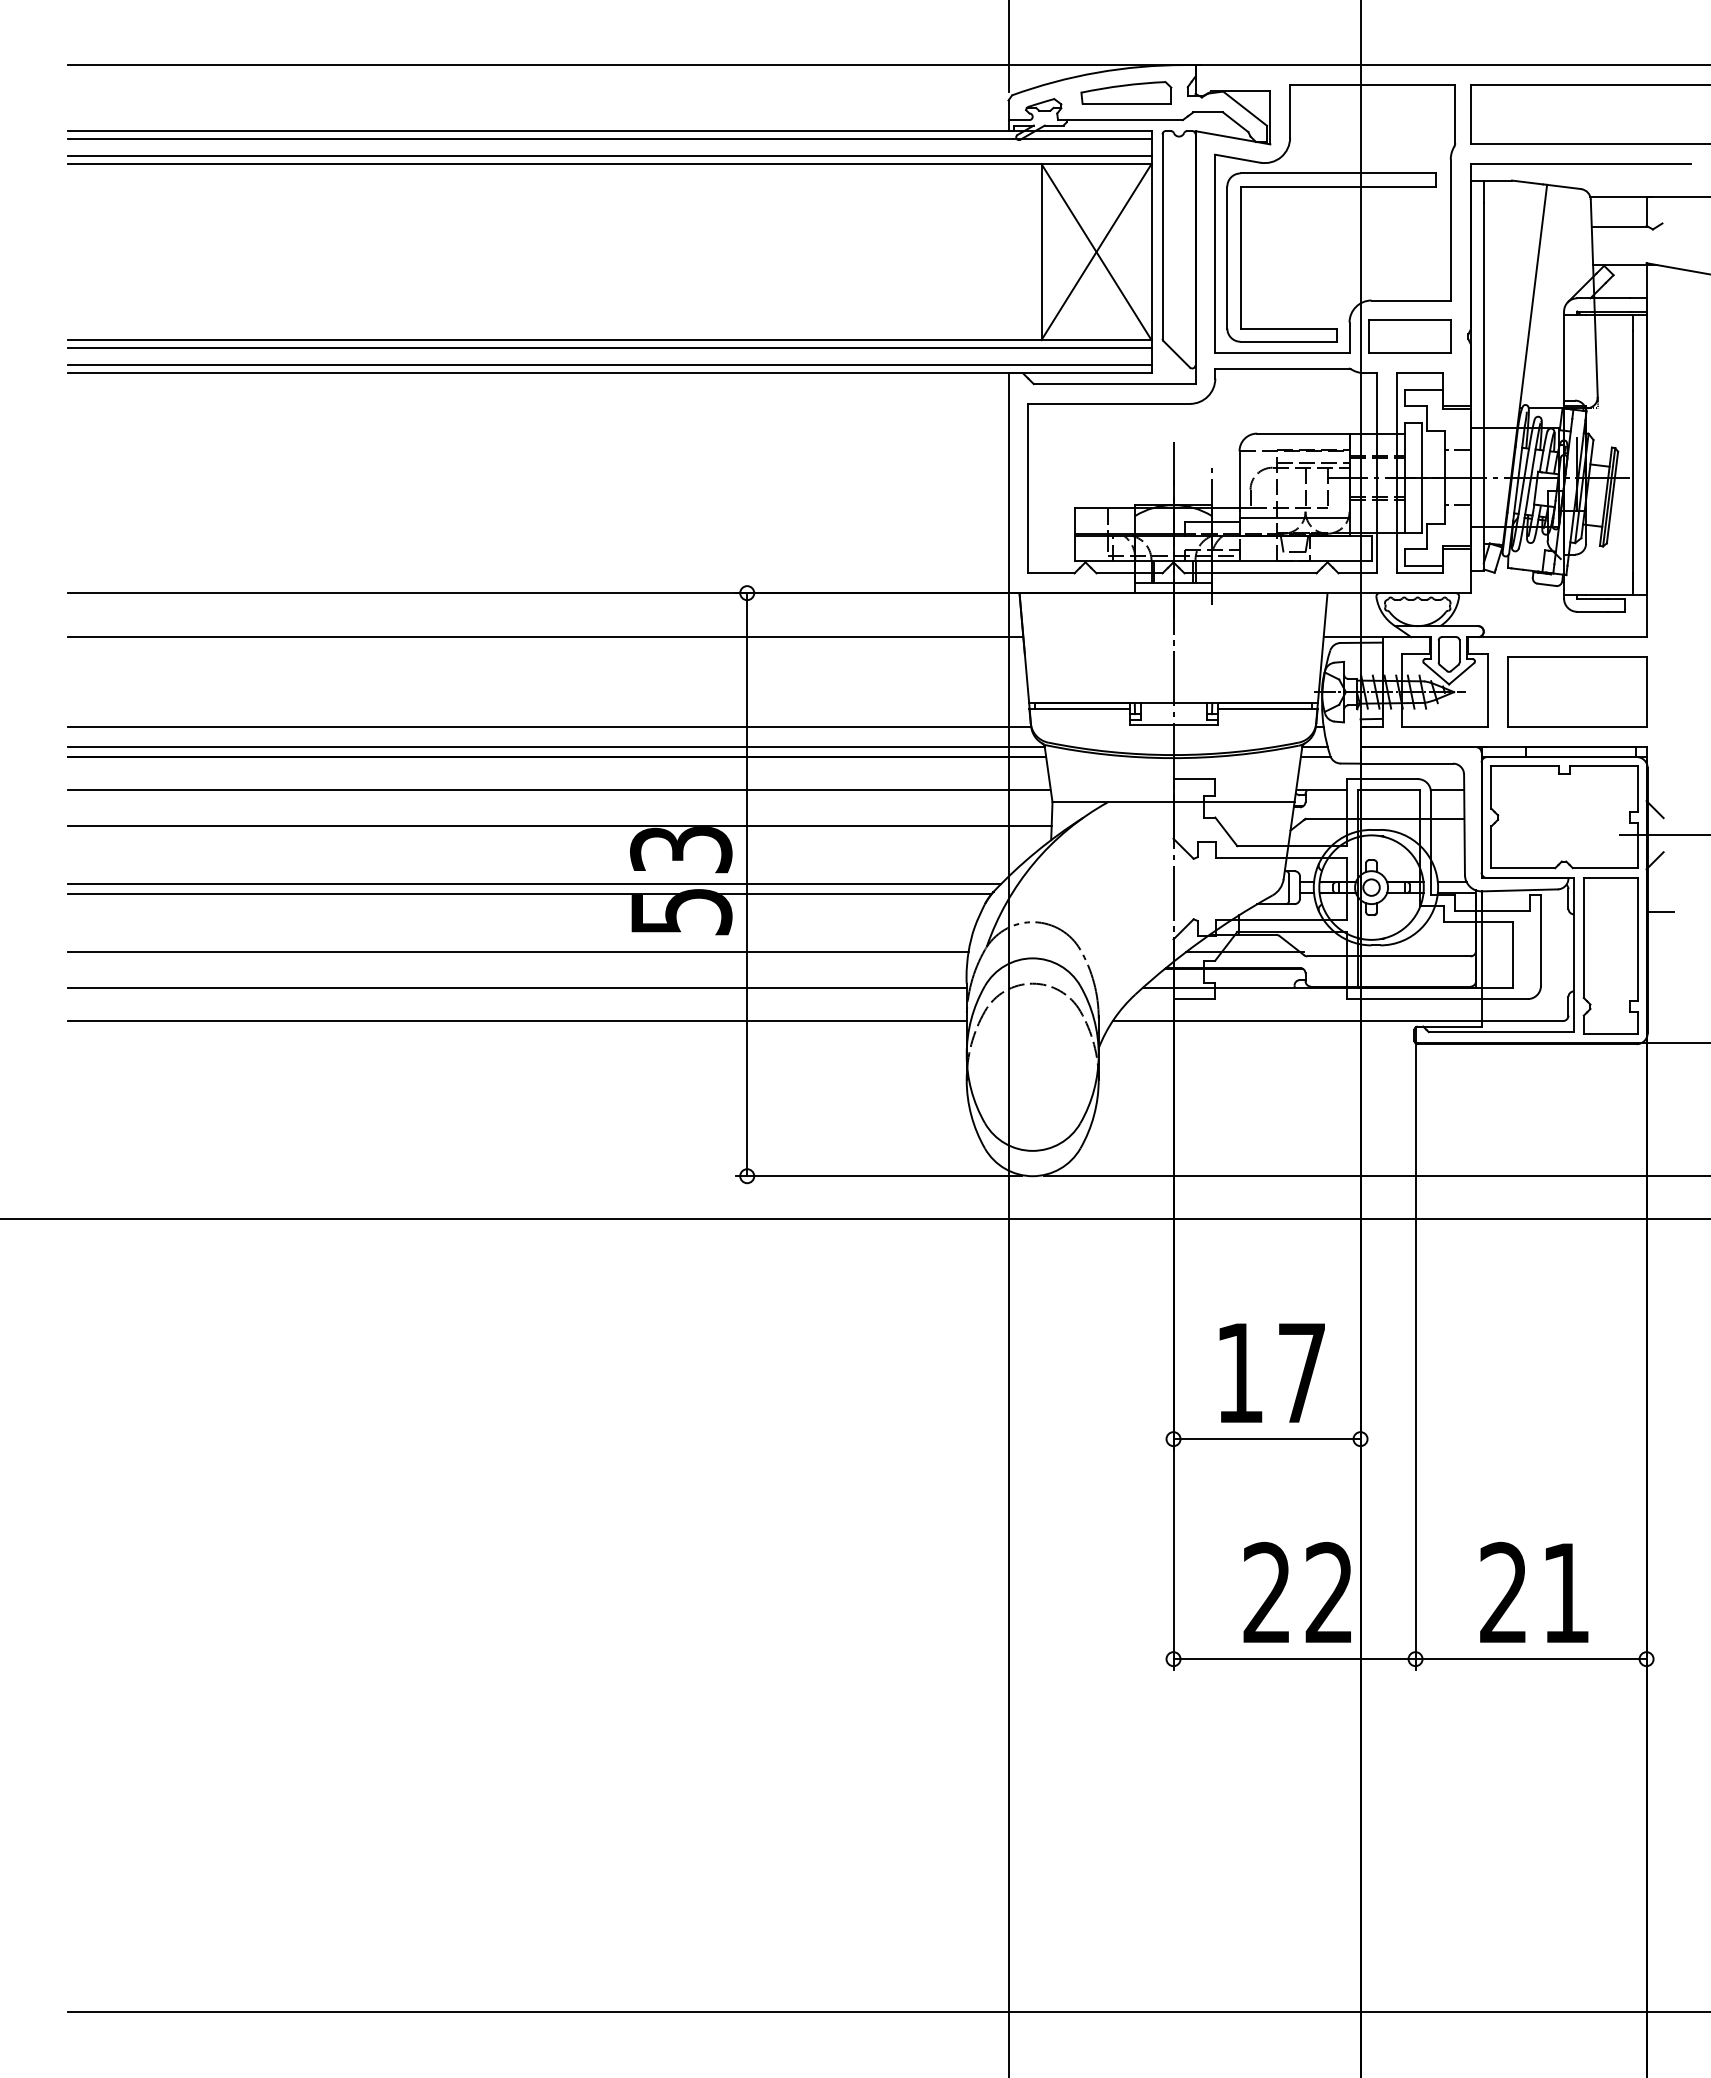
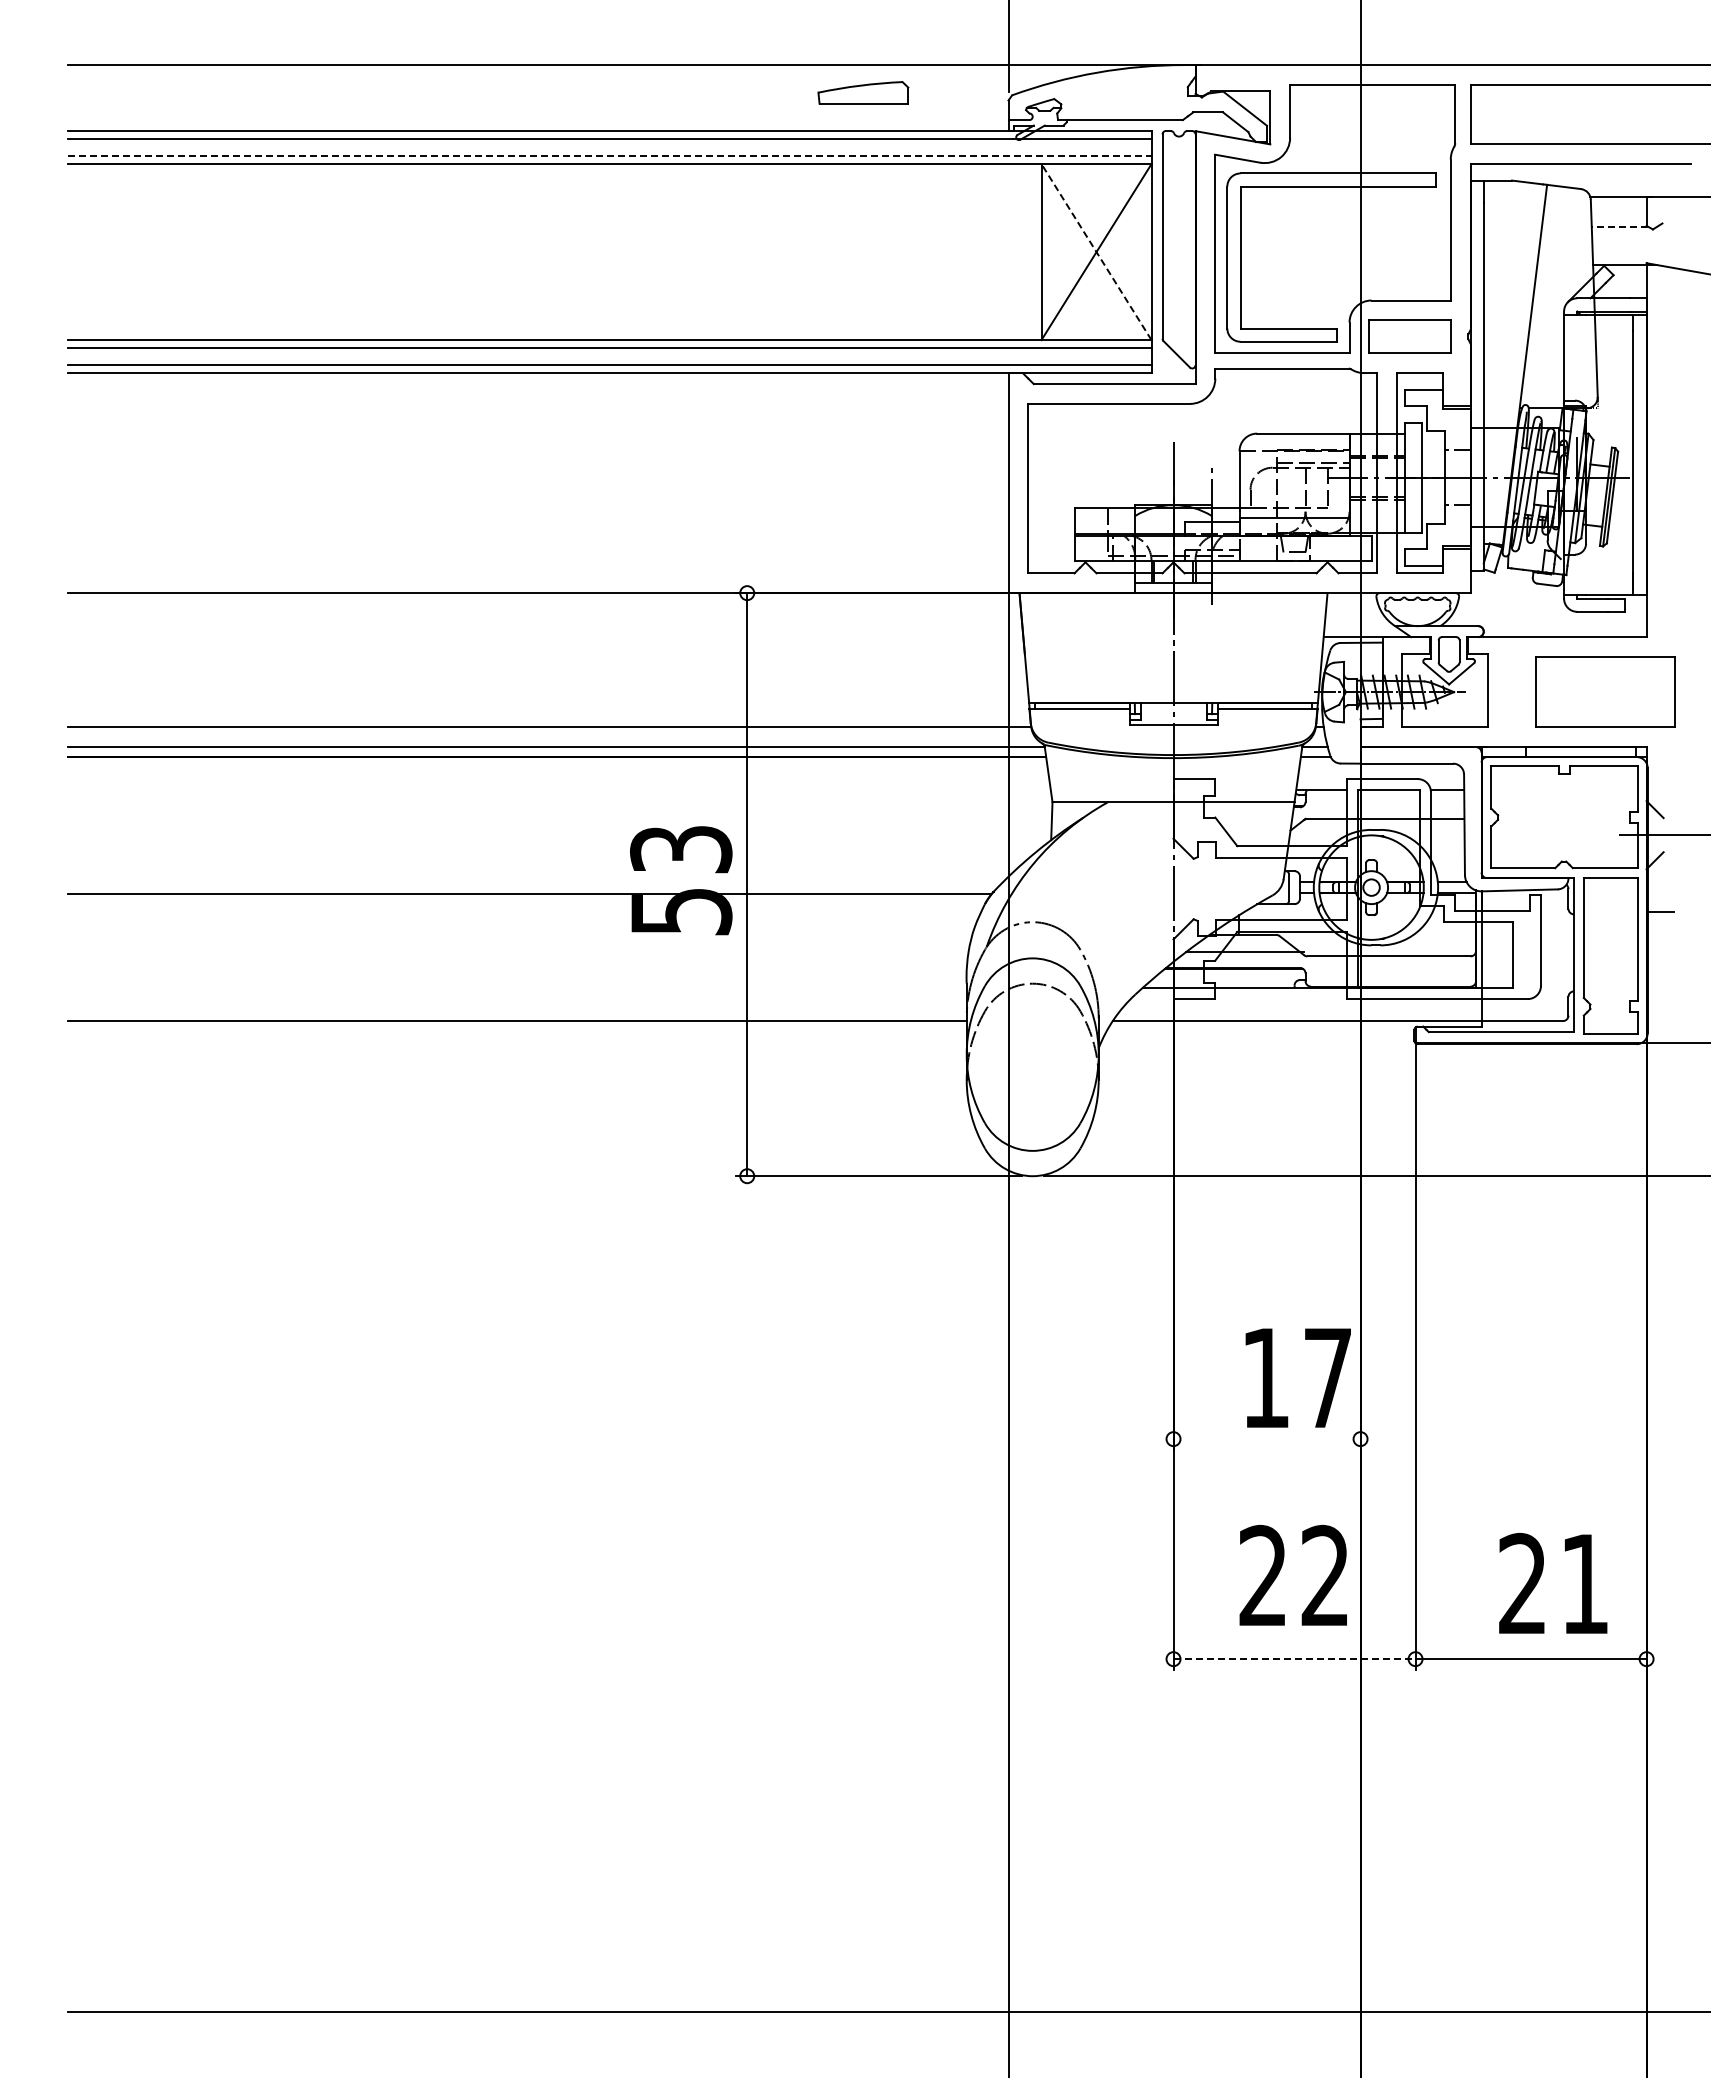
part at (1126, 92) position: (1126, 92) -> (863, 92)
line at (609, 156): solid -> dashed
line at (1619, 226): solid -> dashed
line at (1096, 252): solid -> dashed
line at (545, 637): present -> none
part at (1577, 691) position: (1577, 691) -> (1605, 691)
line at (558, 790): present -> none
line at (559, 825): present -> none
line at (534, 884): present -> none
line at (517, 952): present -> none
line at (516, 988): present -> none
line at (854, 1219): present -> none
text at (1271, 1372) position: (1271, 1372) -> (1297, 1377)
line at (1266, 1439): present -> none
text at (1296, 1591) position: (1296, 1591) -> (1292, 1574)
text at (1534, 1591) position: (1534, 1591) -> (1553, 1582)
line at (1295, 1659): solid -> dashed
